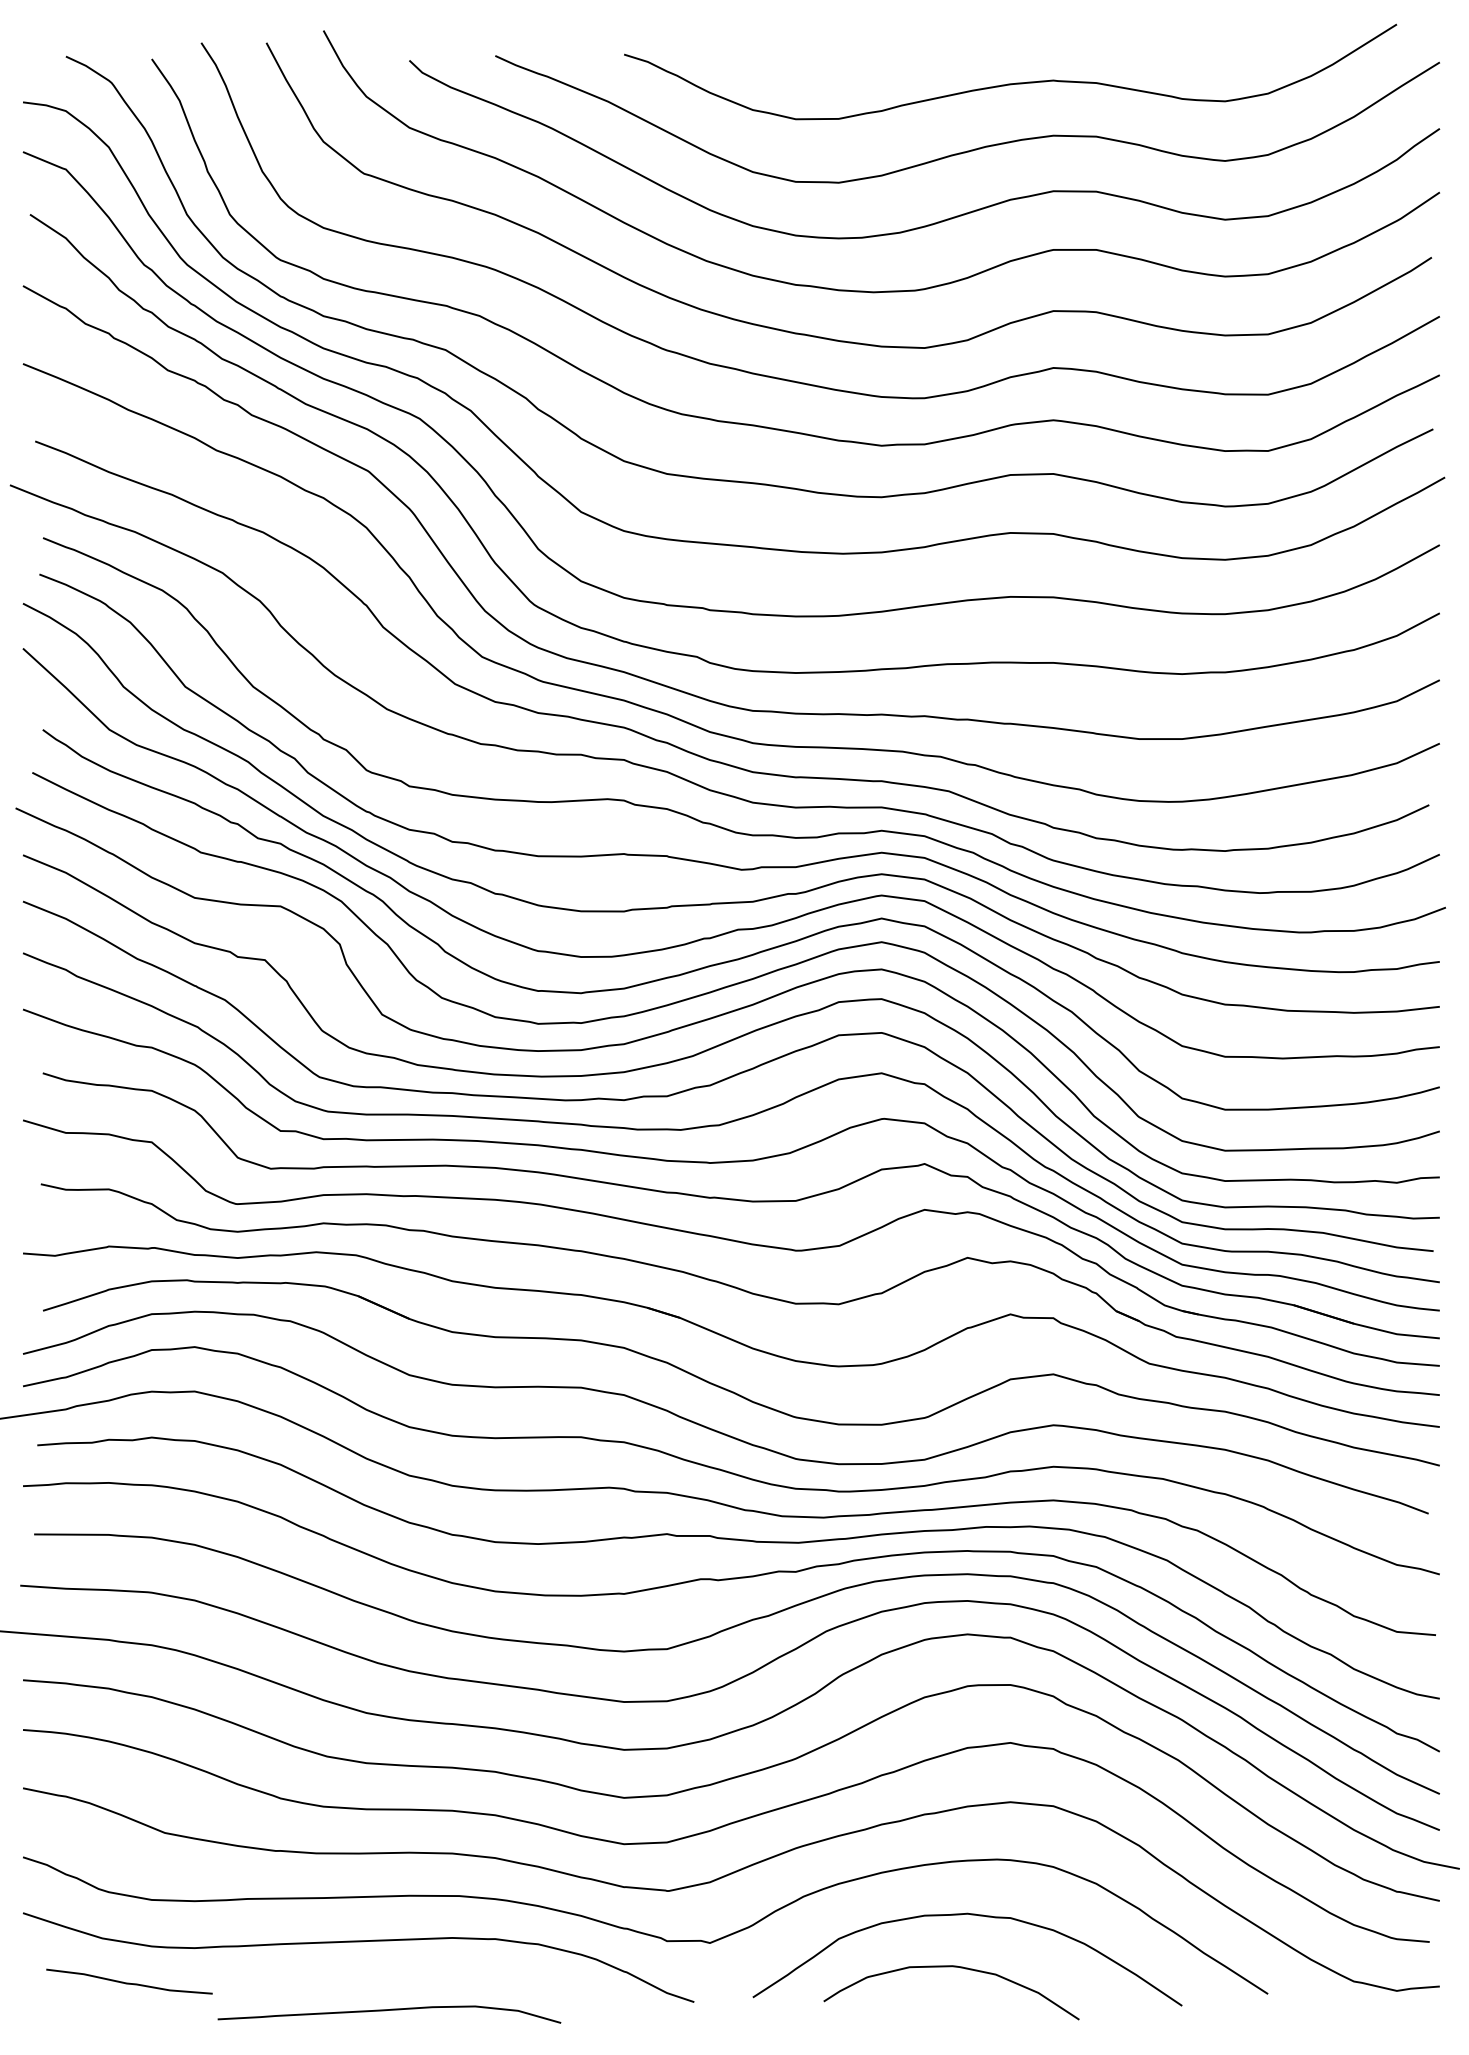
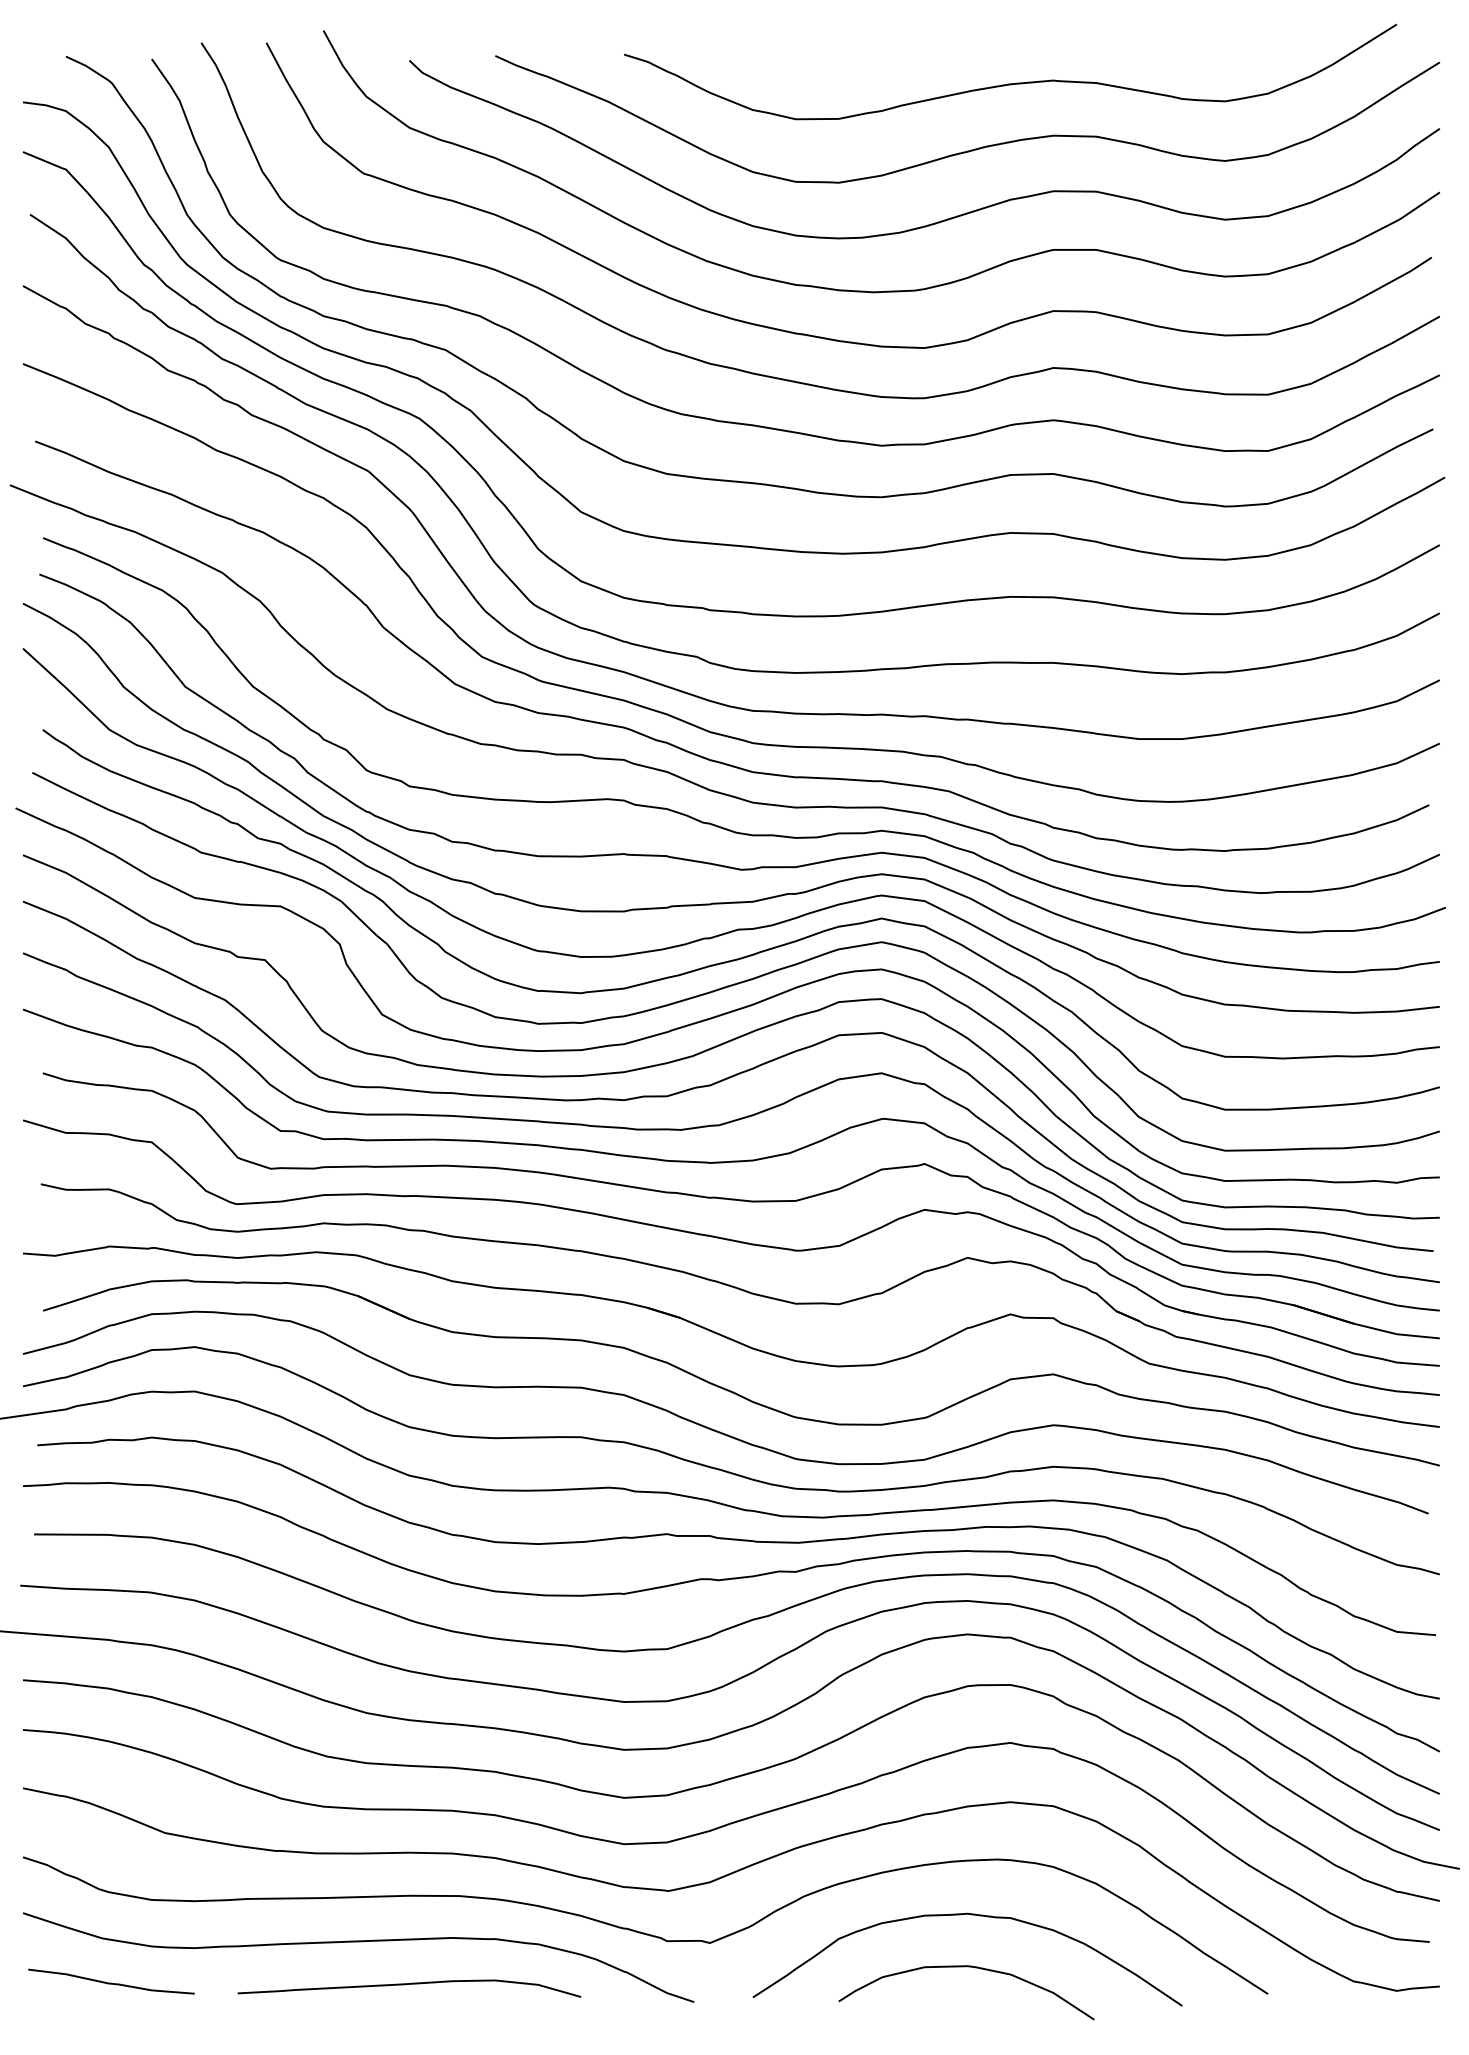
curve at (951, 1967) position: (951, 1967) -> (966, 1967)
curve at (129, 1982) position: (129, 1982) -> (111, 1982)
curve at (389, 2010) position: (389, 2010) -> (409, 1984)
